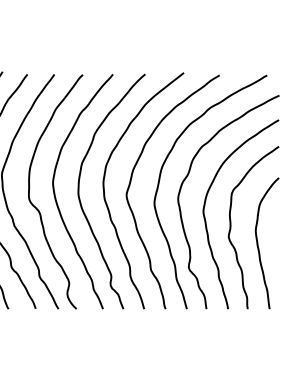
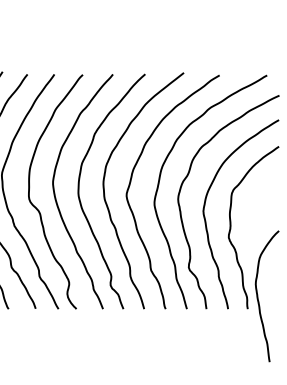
curve at (258, 243) position: (258, 243) -> (258, 296)
